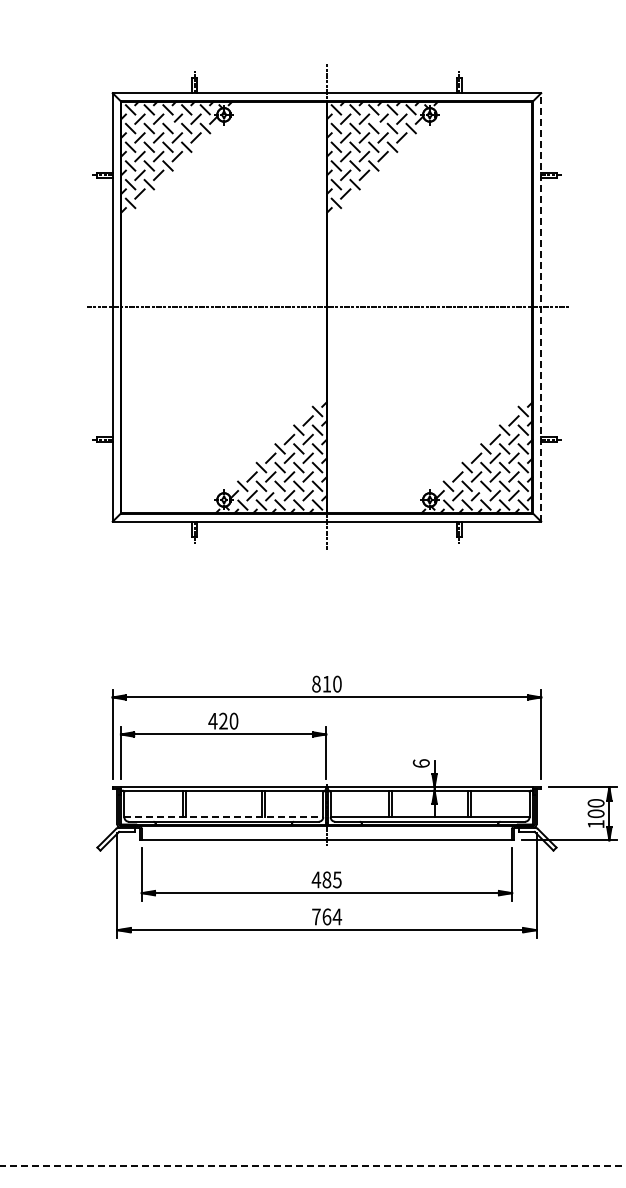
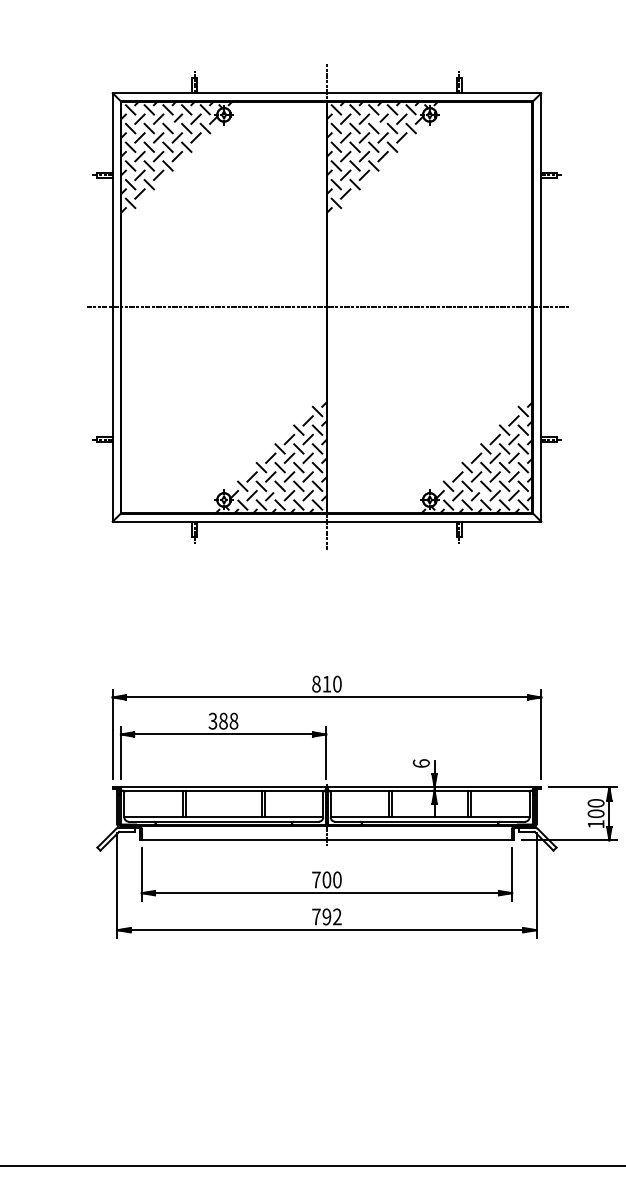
line at (541, 306): dashed -> solid
text at (223, 720): 420 -> 388
line at (224, 816): dashed -> solid
text at (326, 879): 485 -> 700
text at (332, 916): 764 -> 792
line at (313, 1166): dashed -> solid
